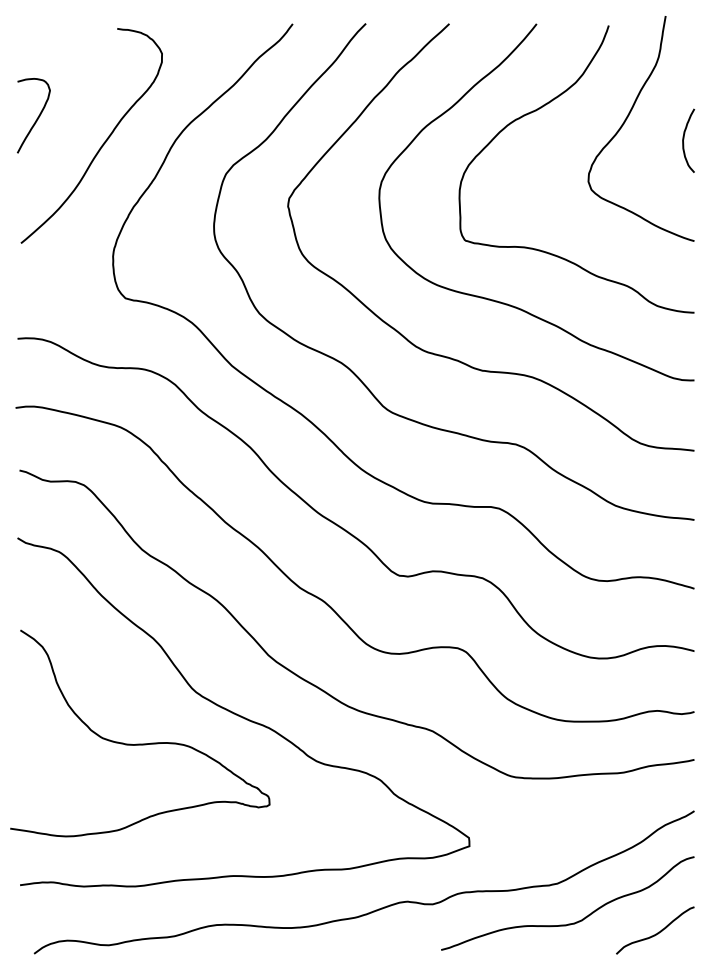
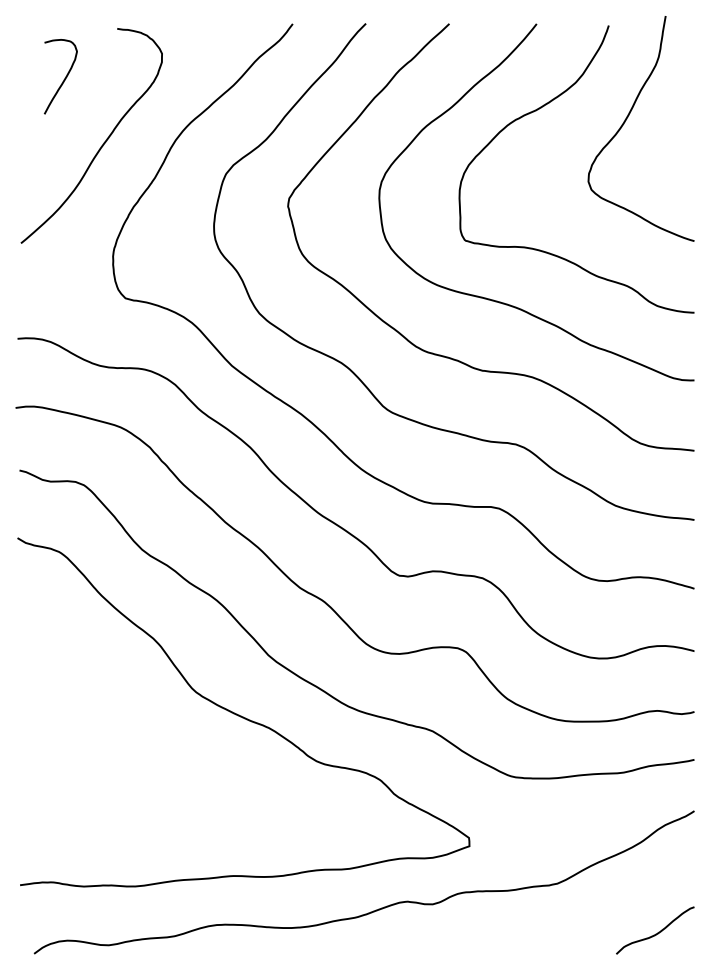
curve at (36, 118) position: (36, 118) -> (63, 79)
curve at (684, 139): present -> none
curve at (140, 743): present -> none
curve at (573, 922): present -> none
